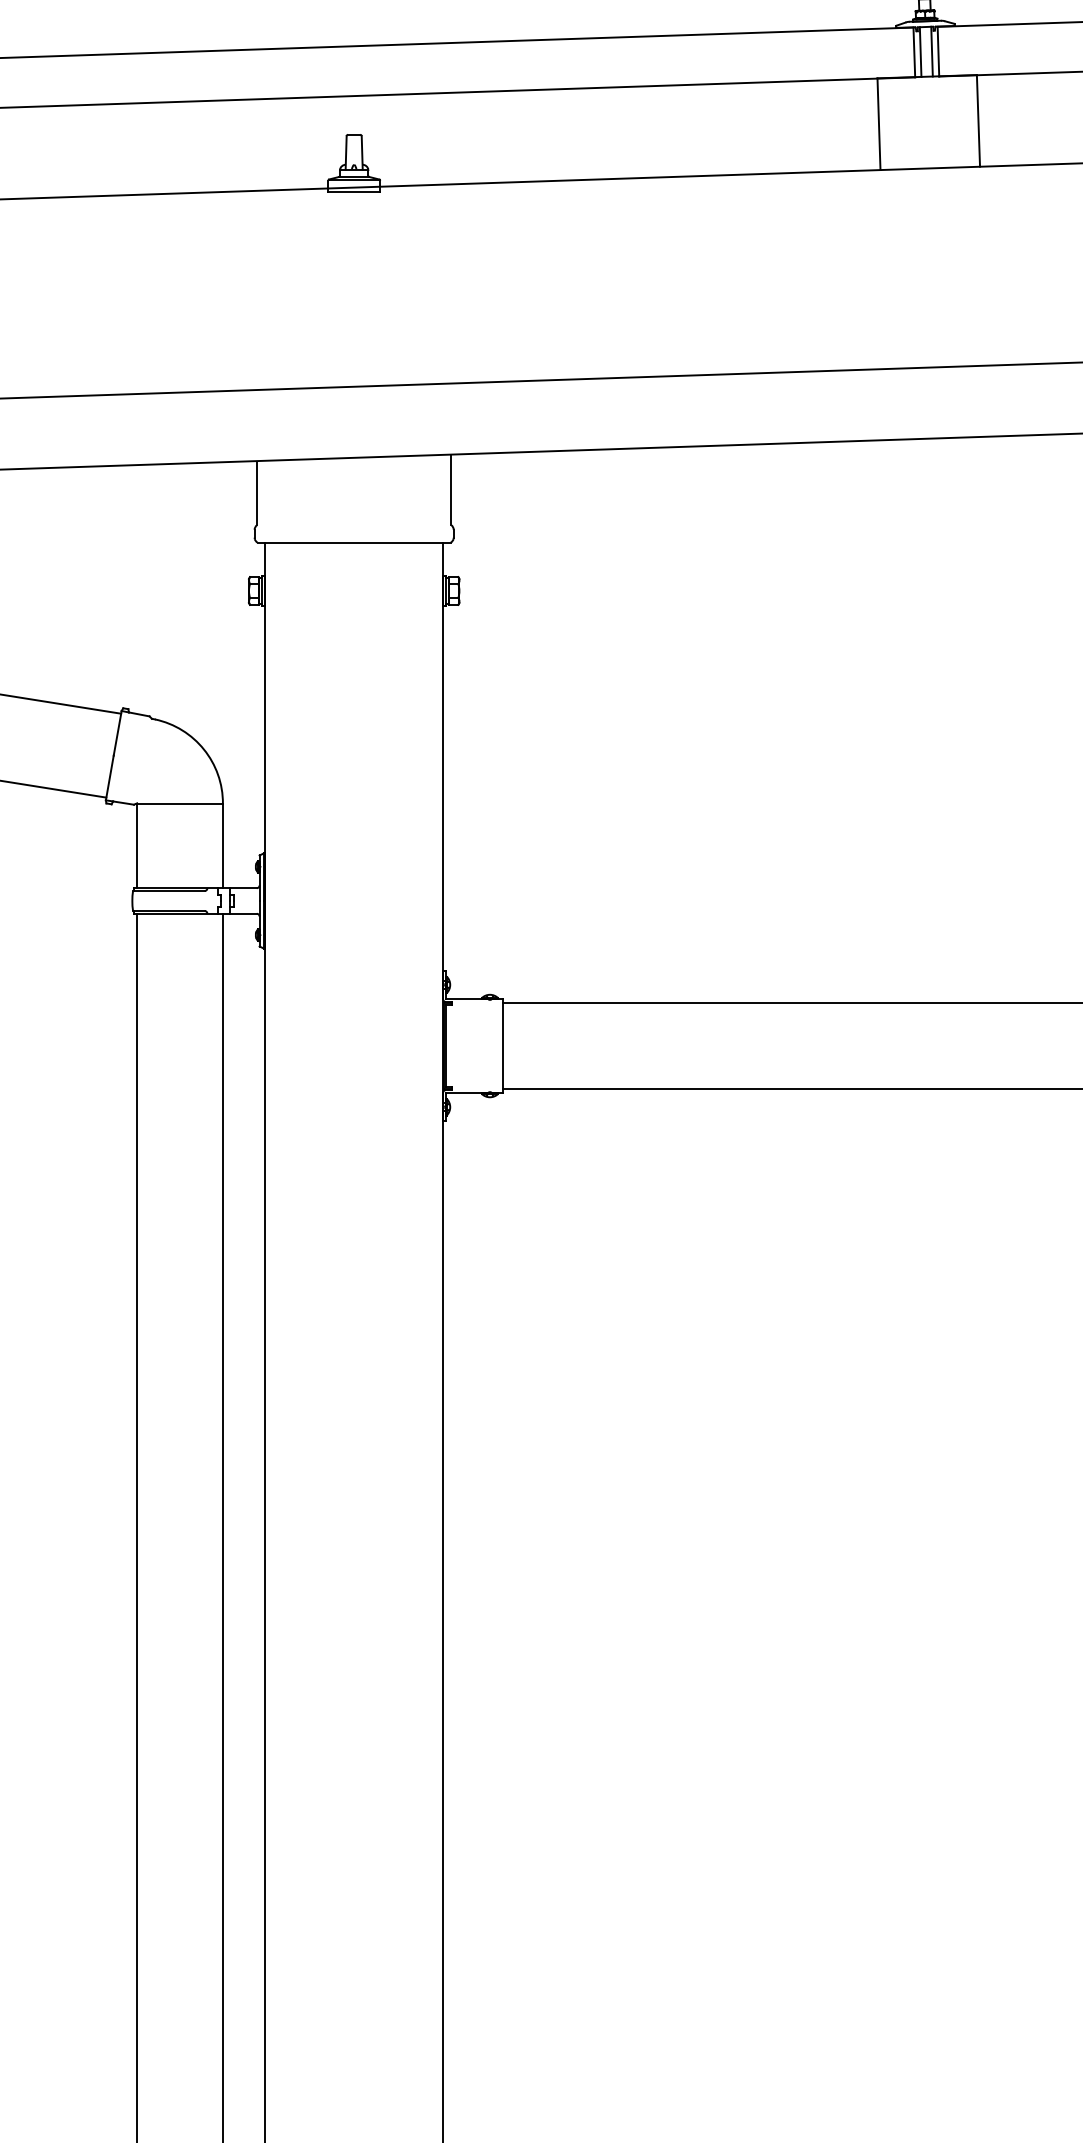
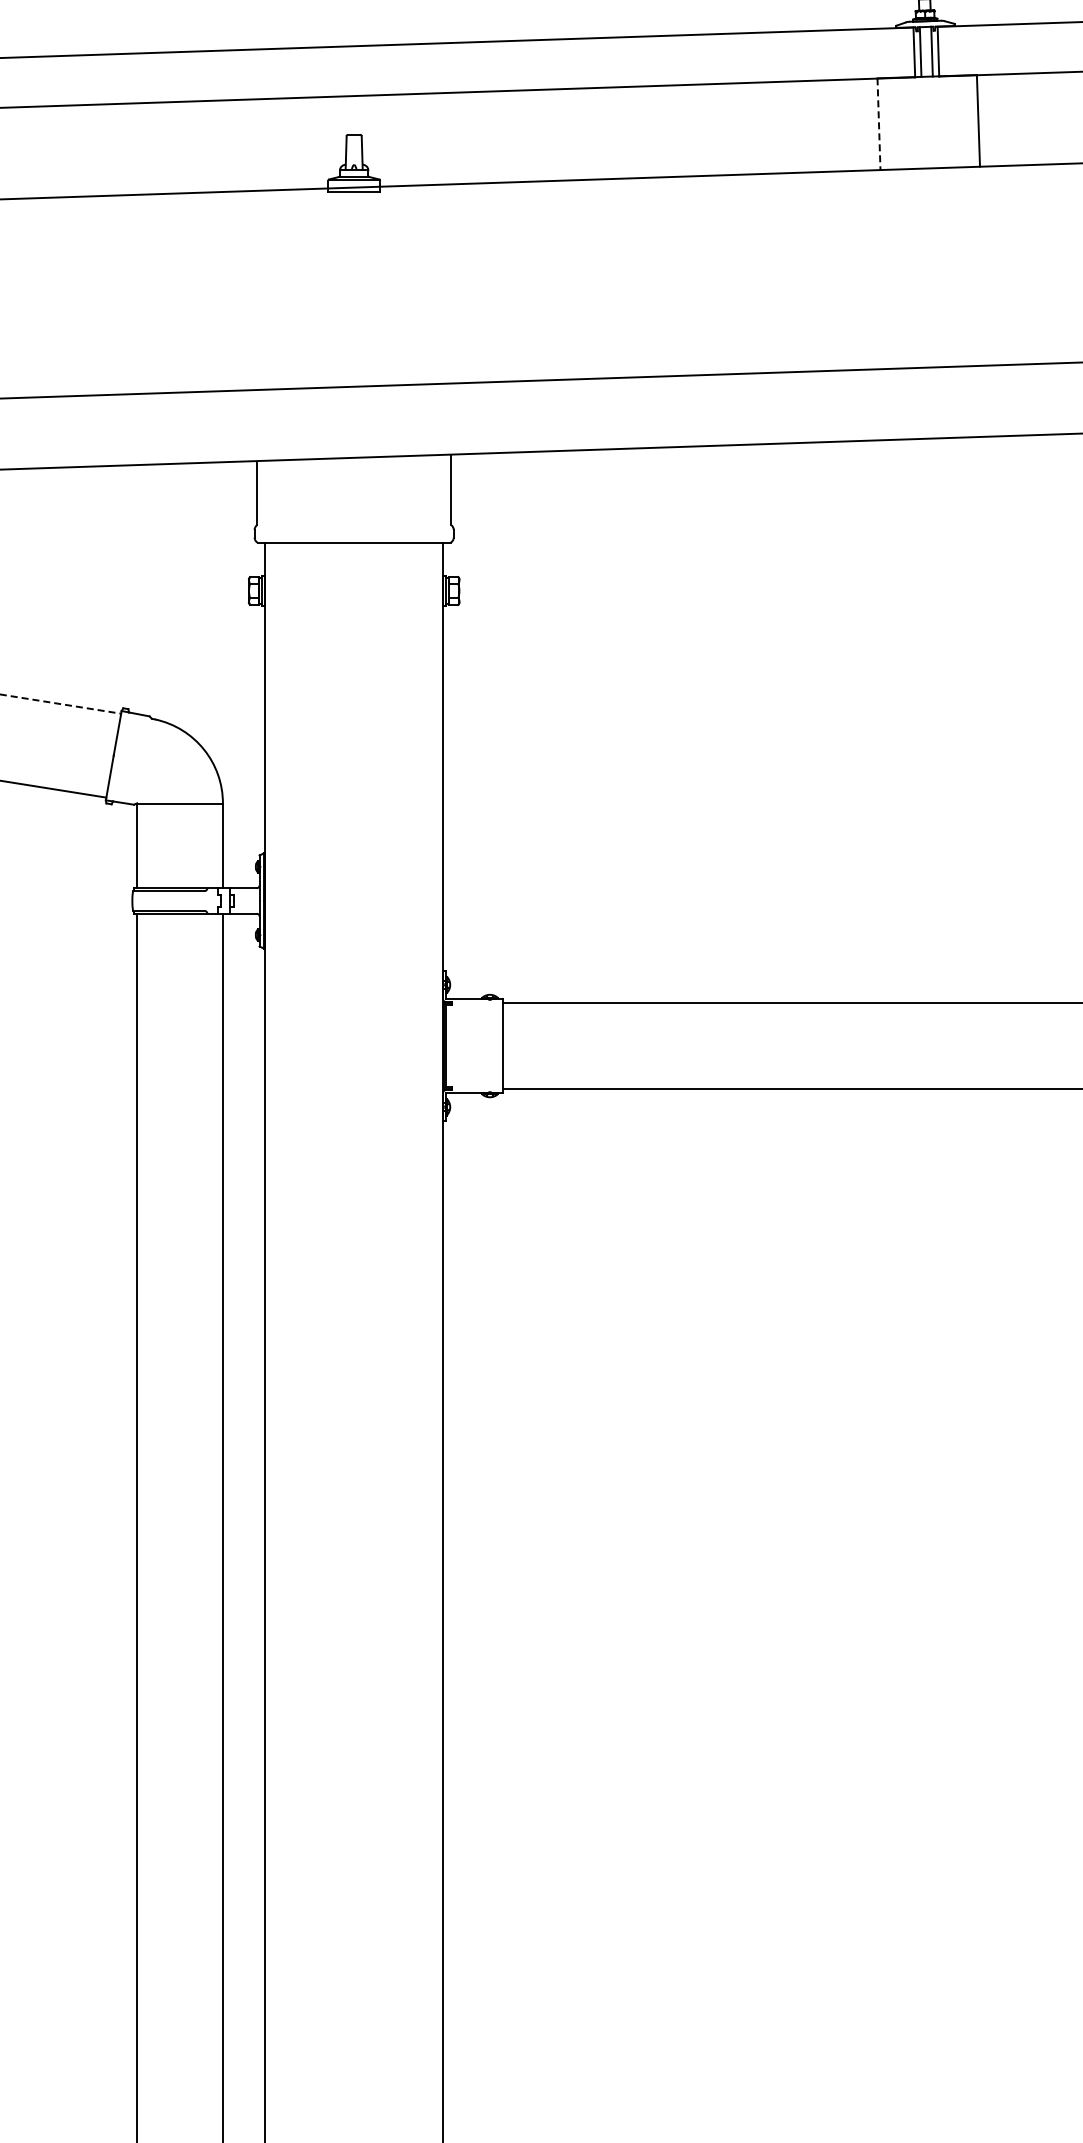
line at (878, 124): solid -> dashed
line at (60, 704): solid -> dashed
